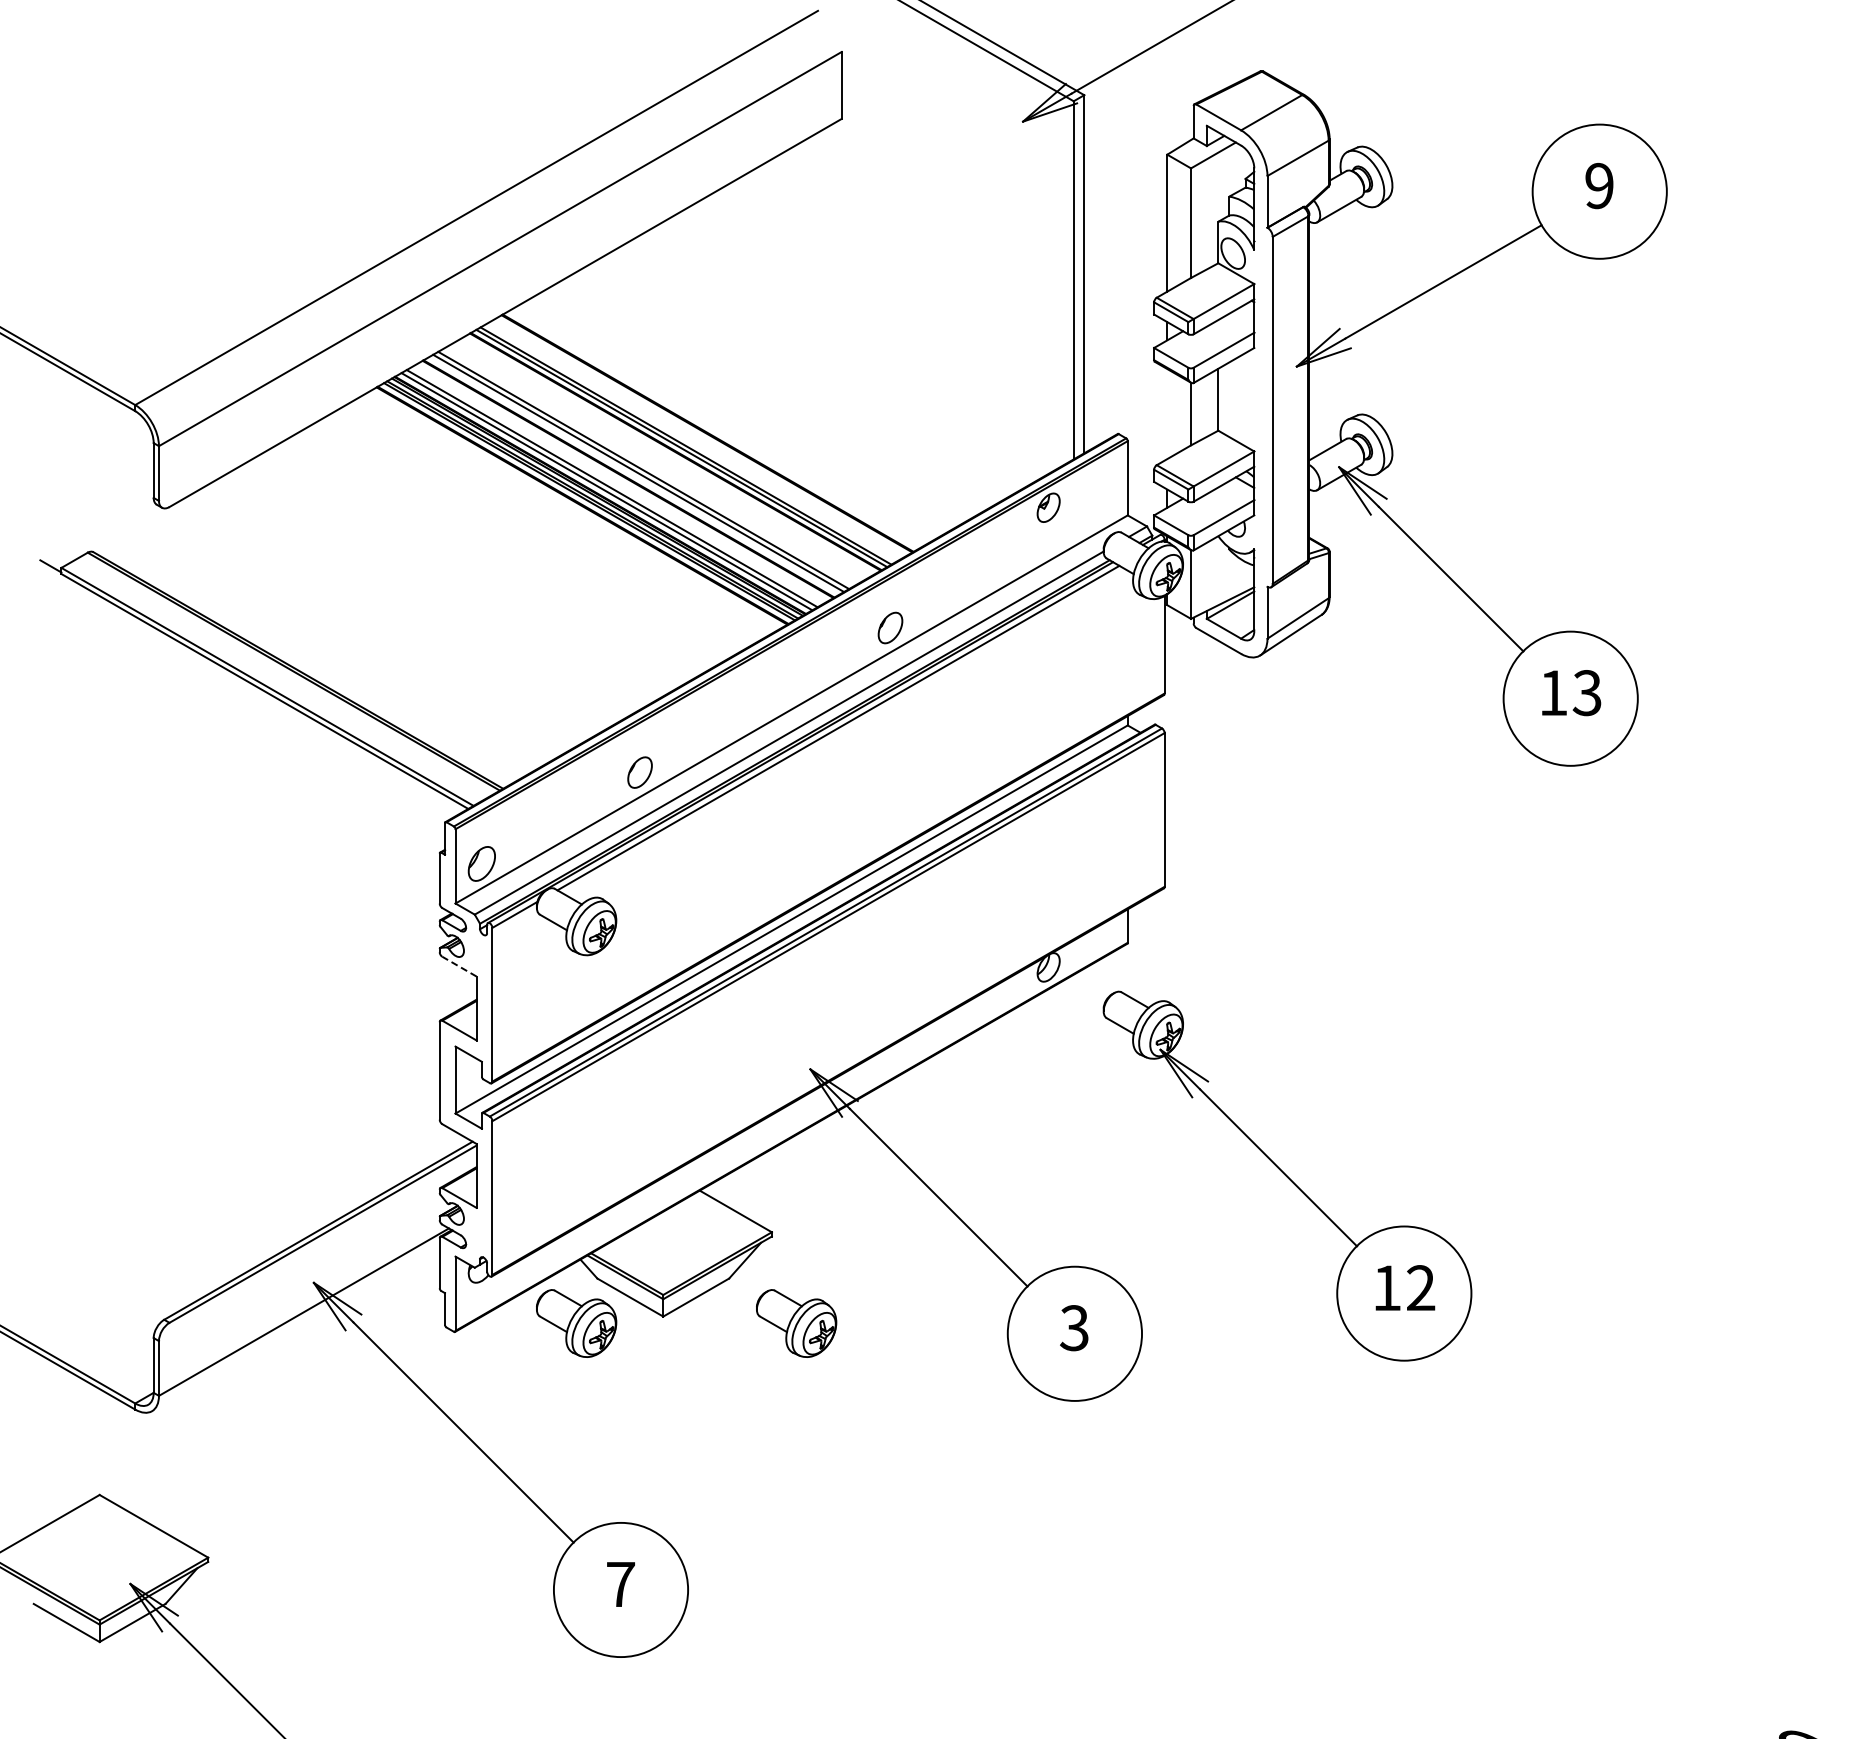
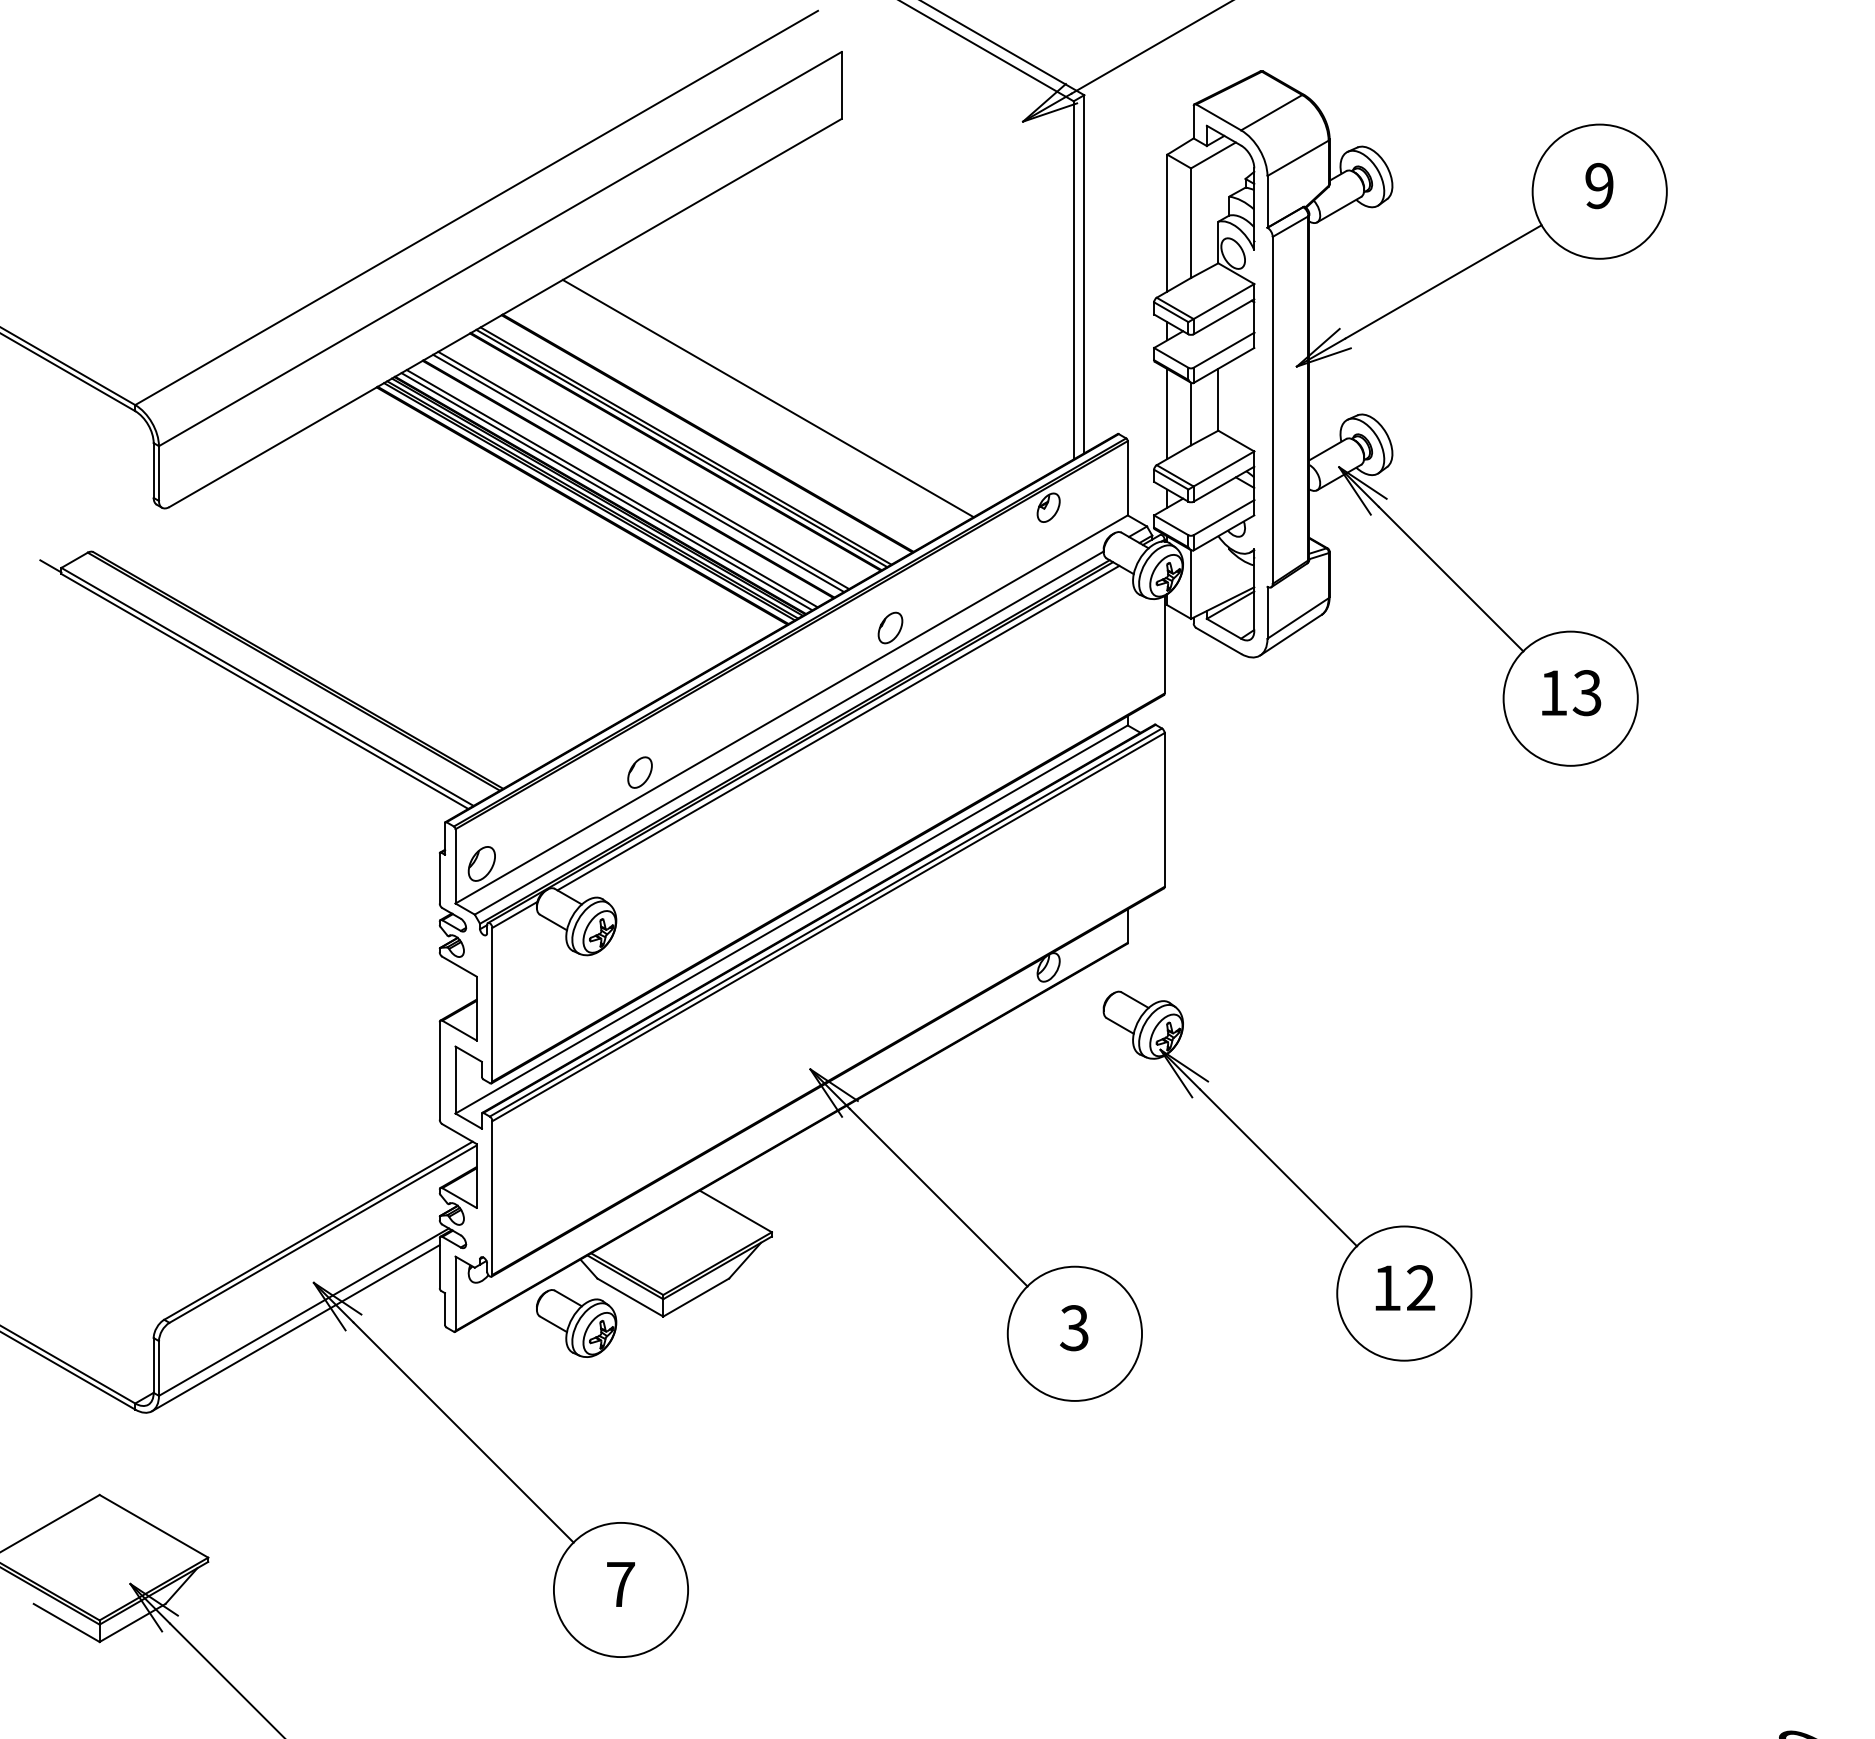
line at (767, 398): none -> present
line at (1167, 414): none -> present
line at (459, 966): dashed -> solid
part at (796, 1323): present -> none
line at (295, 1328): none -> present
